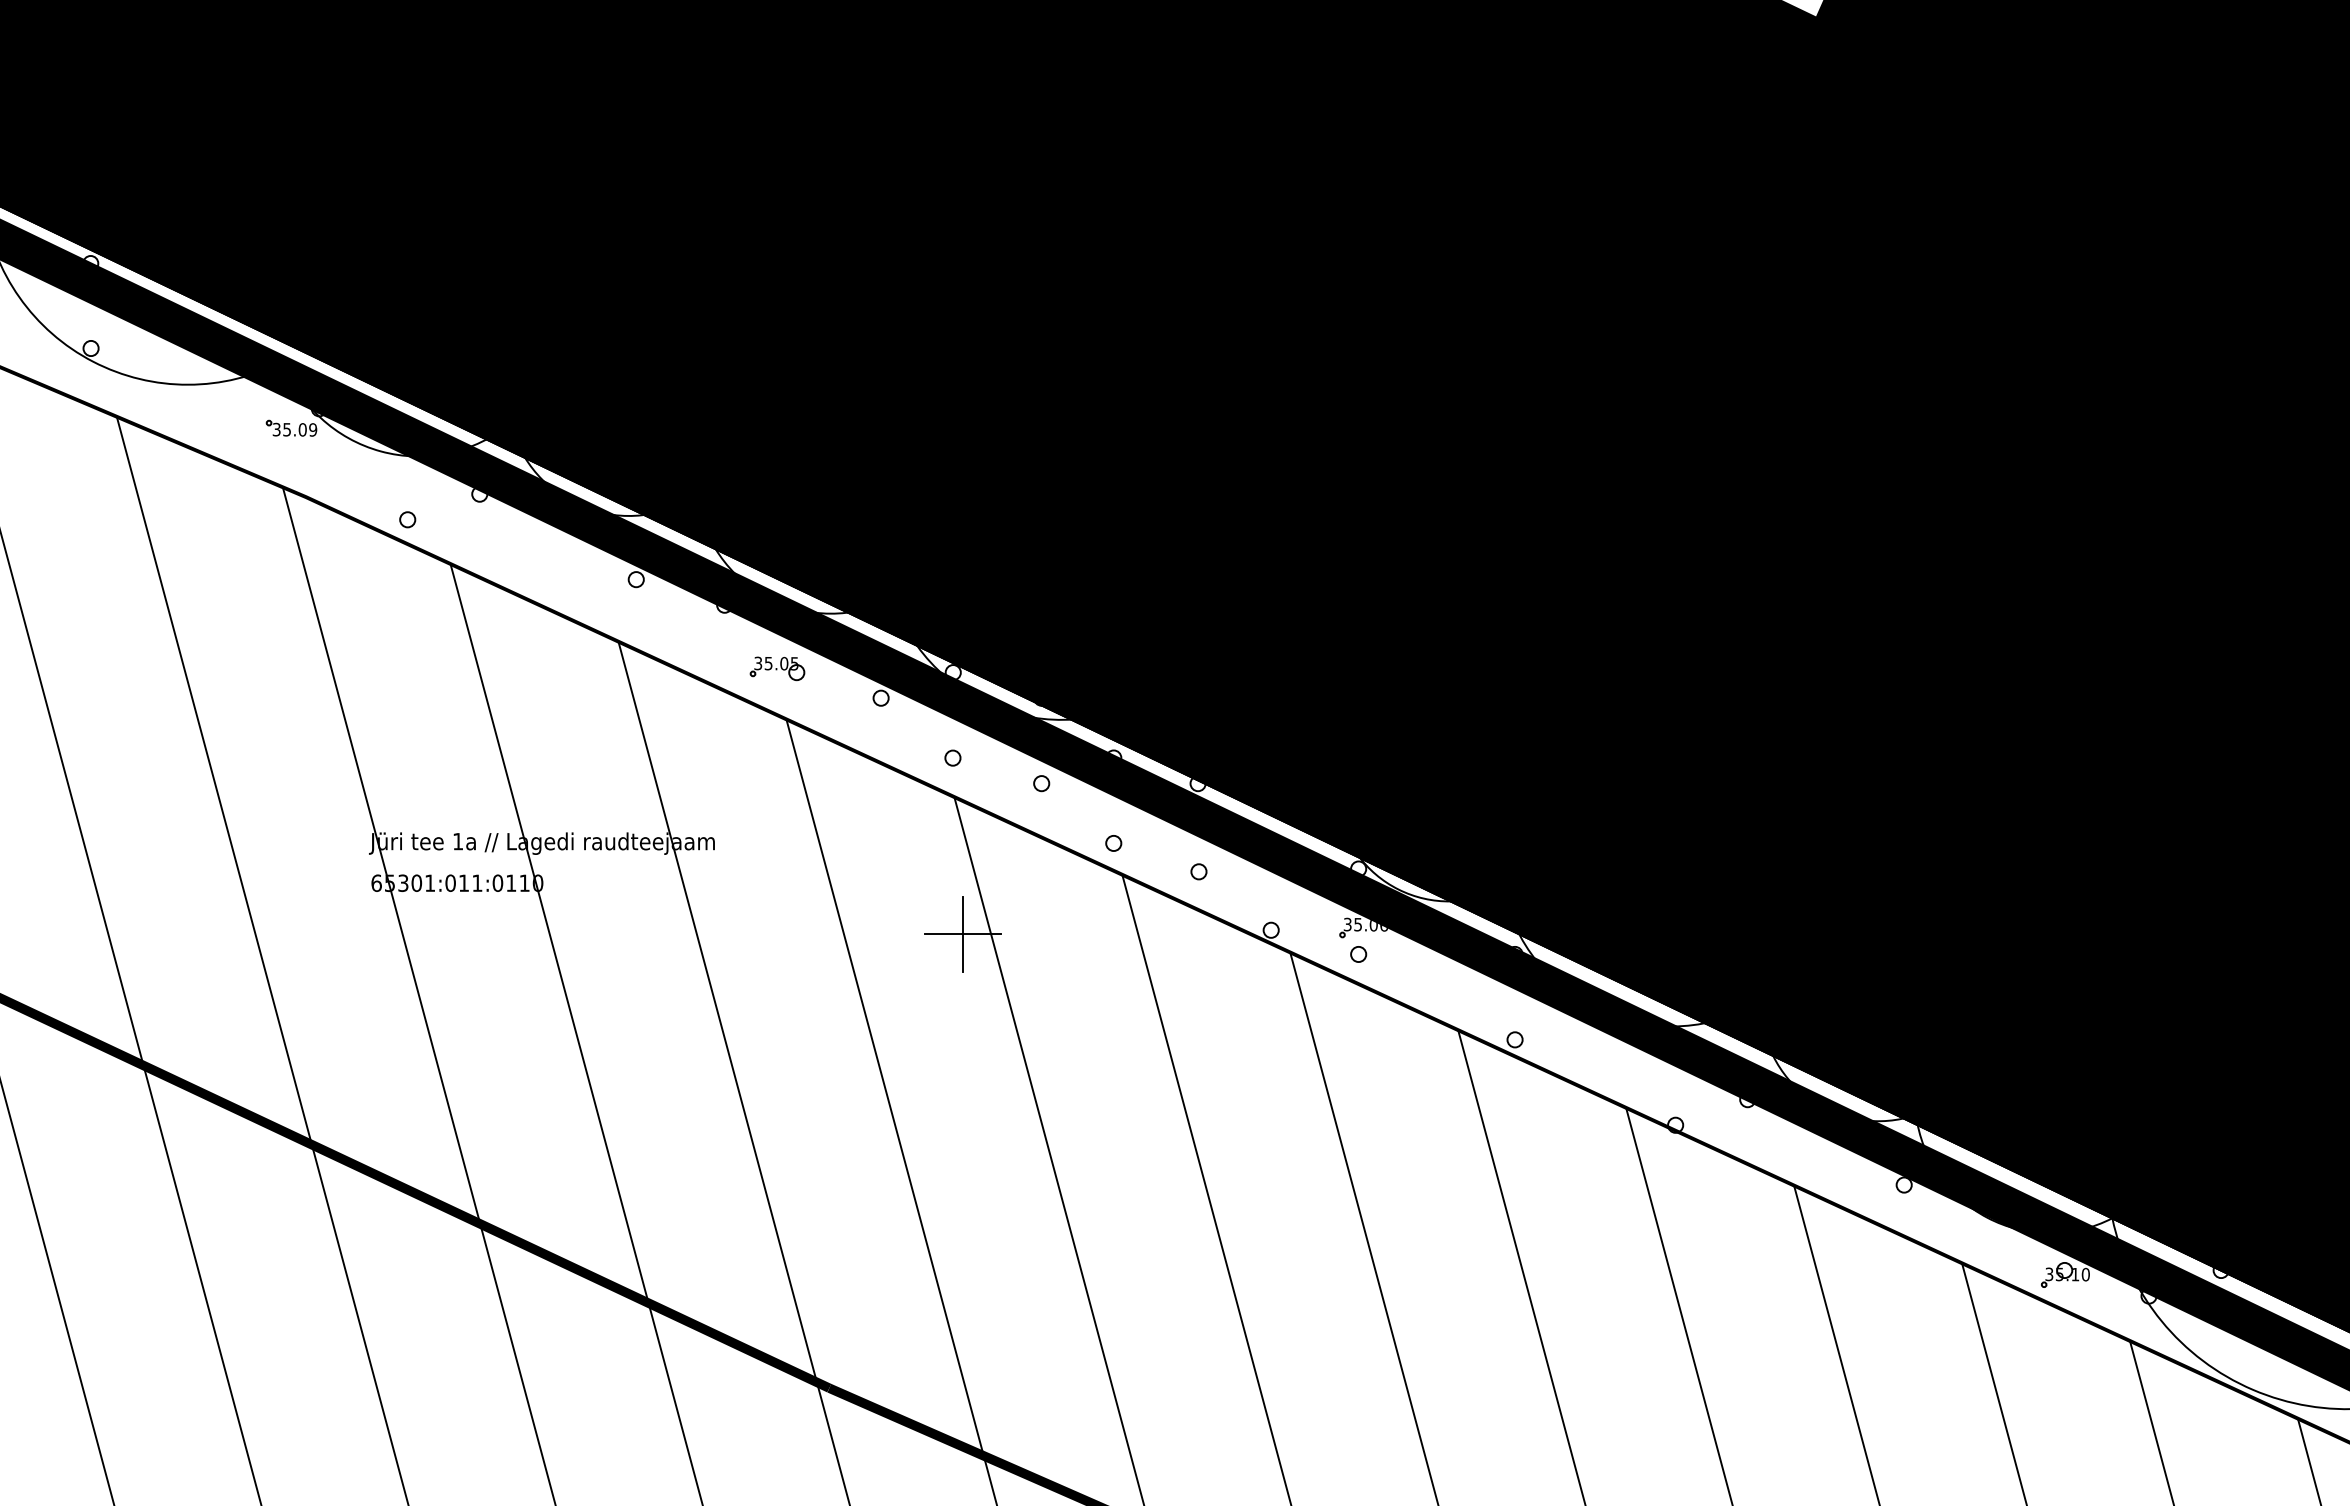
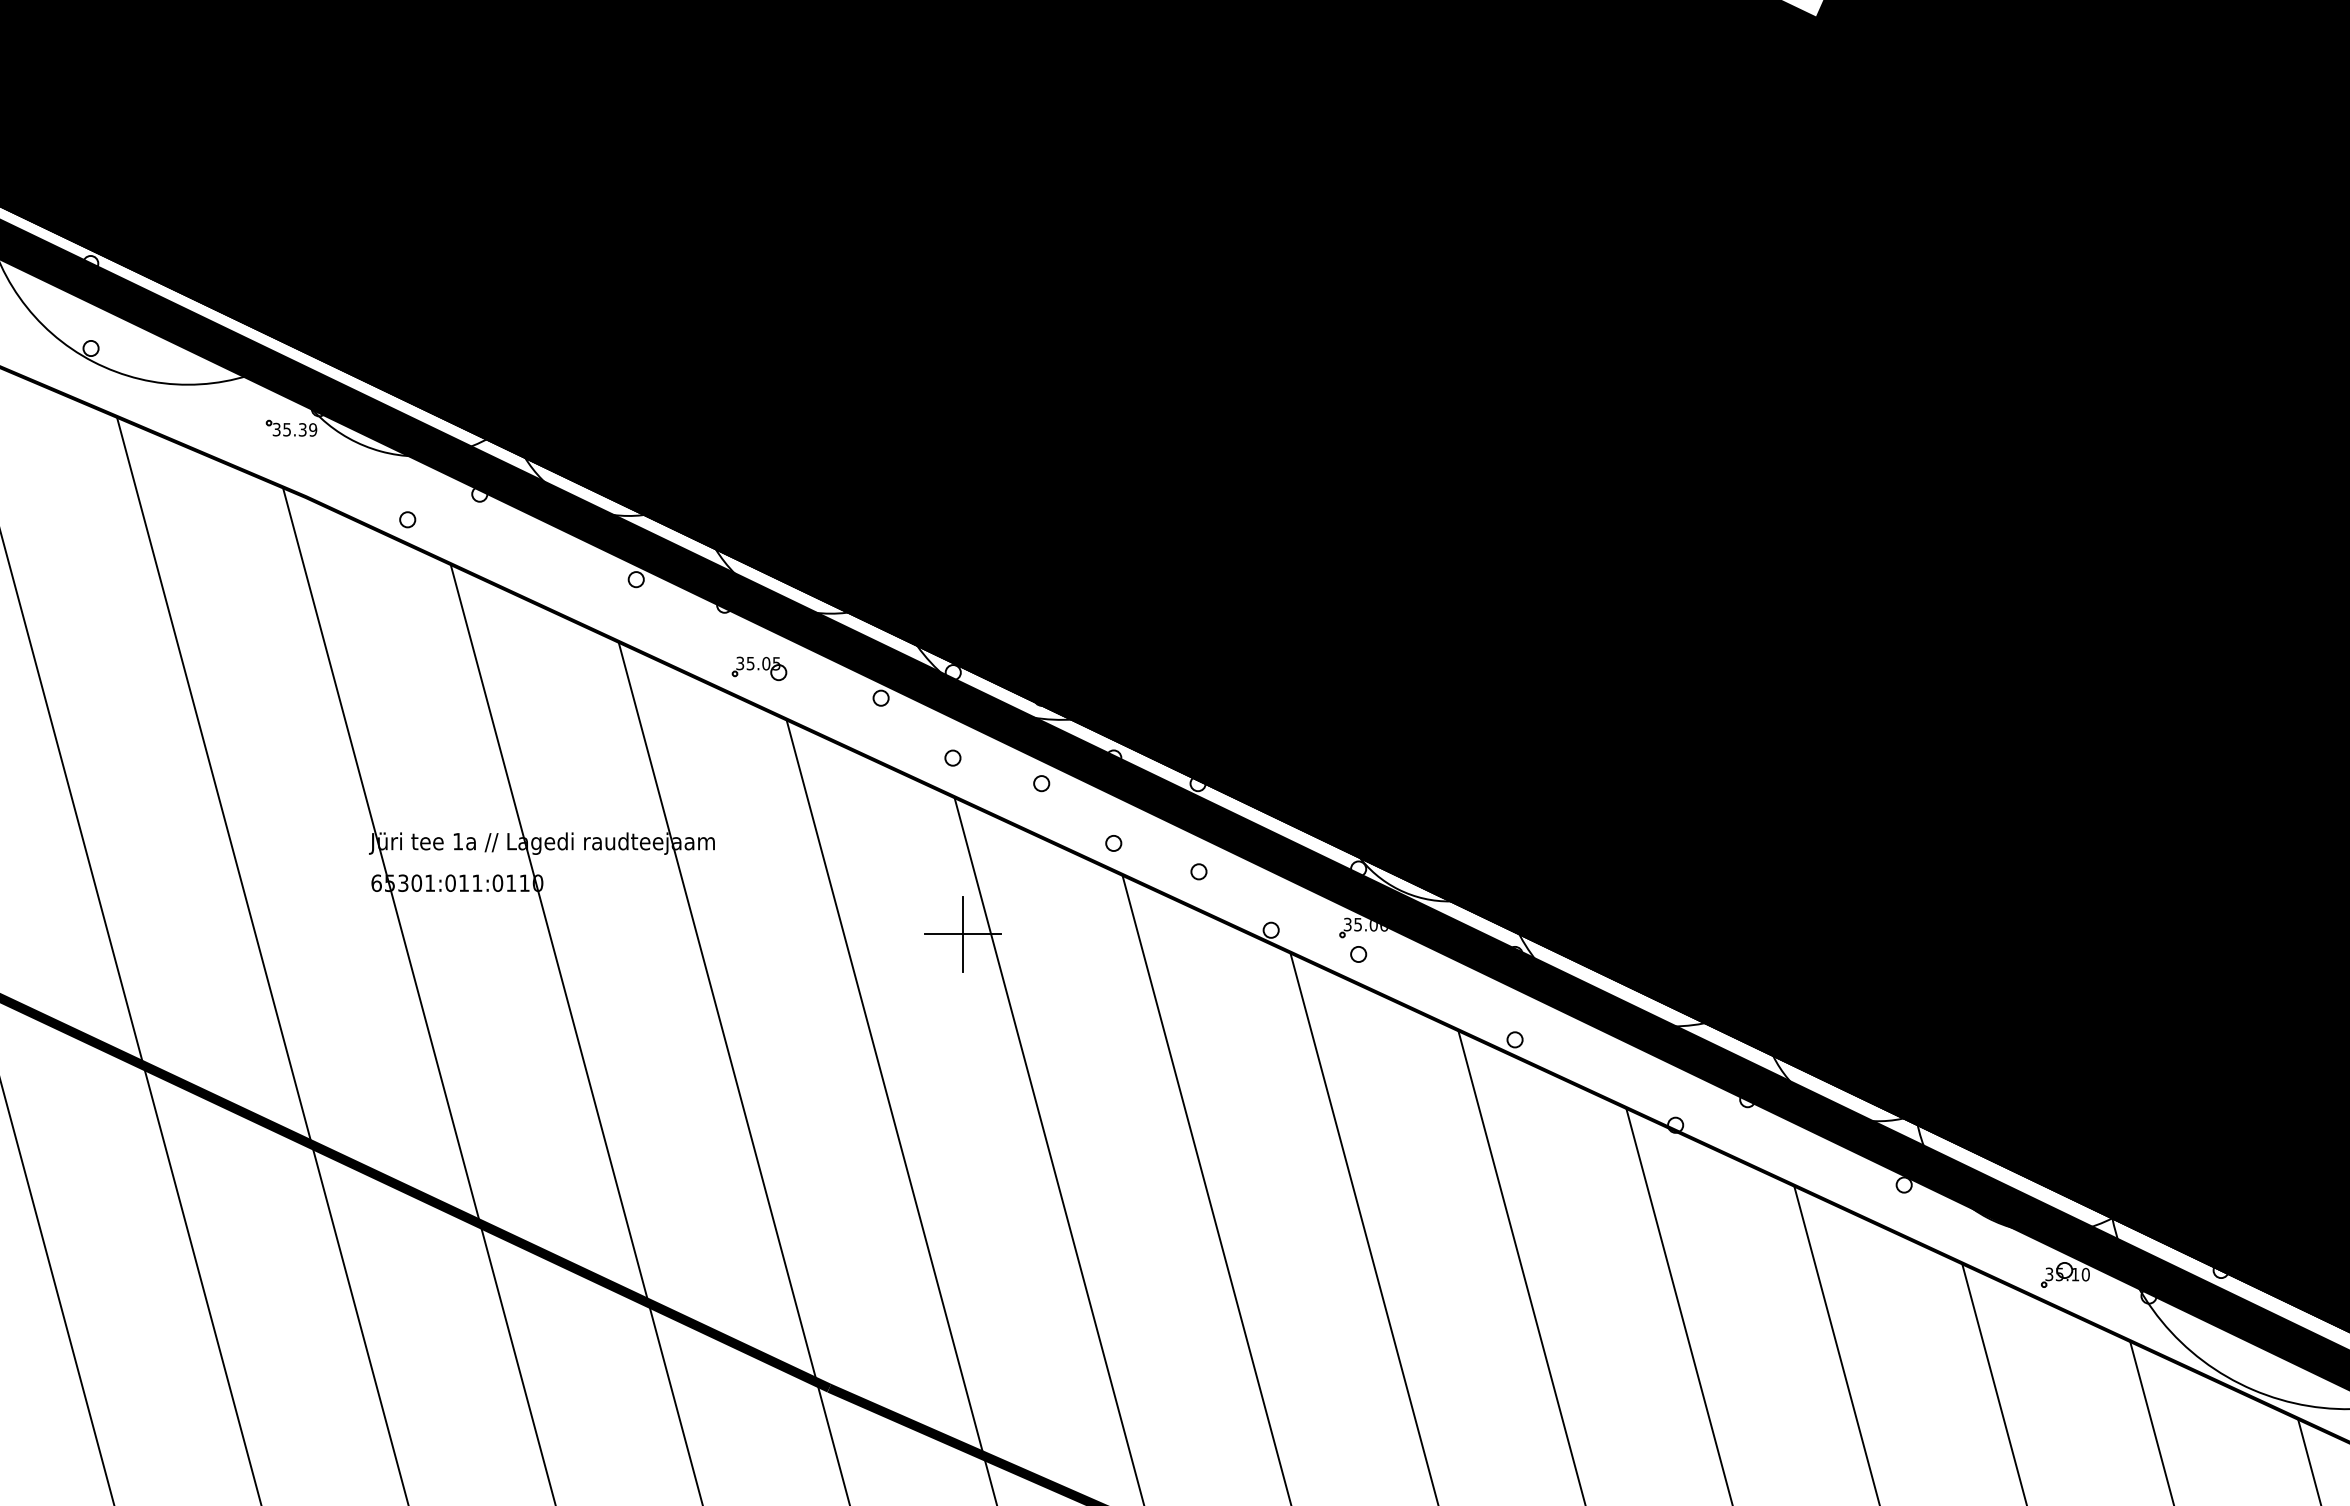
text at (302, 429): 35.09 -> 35.39
part at (777, 668) position: (777, 668) -> (759, 668)
